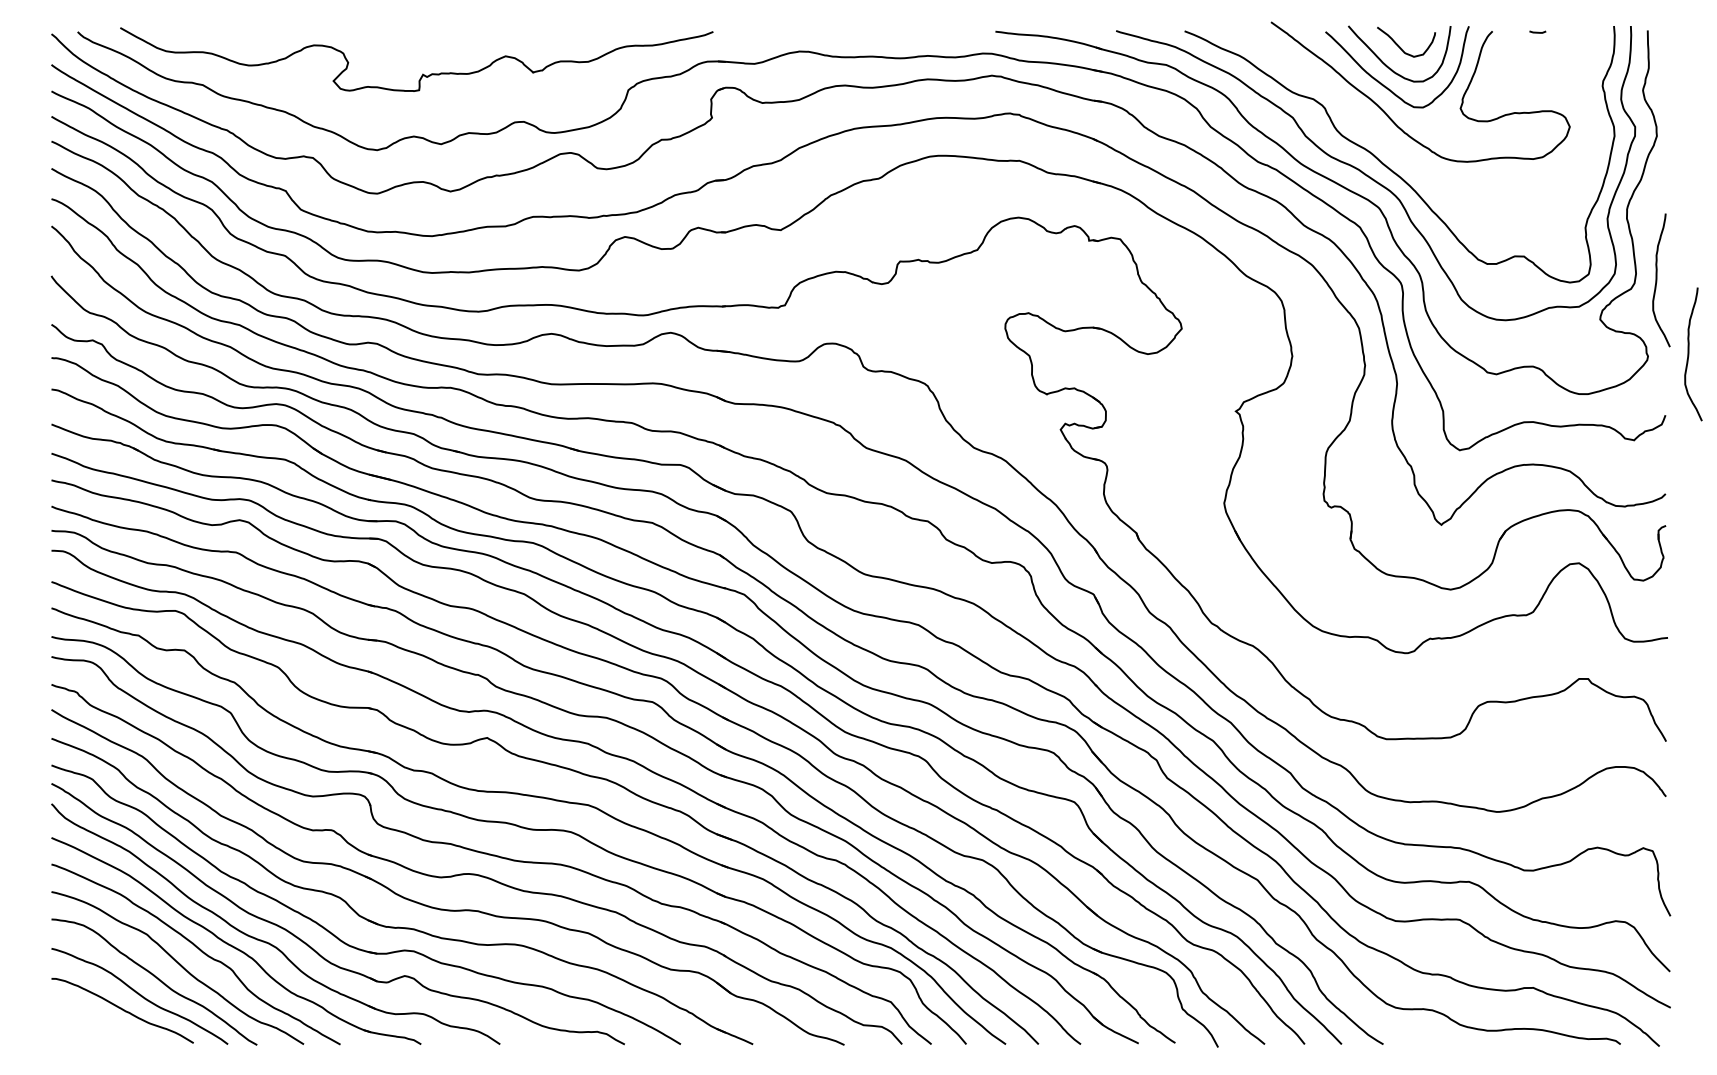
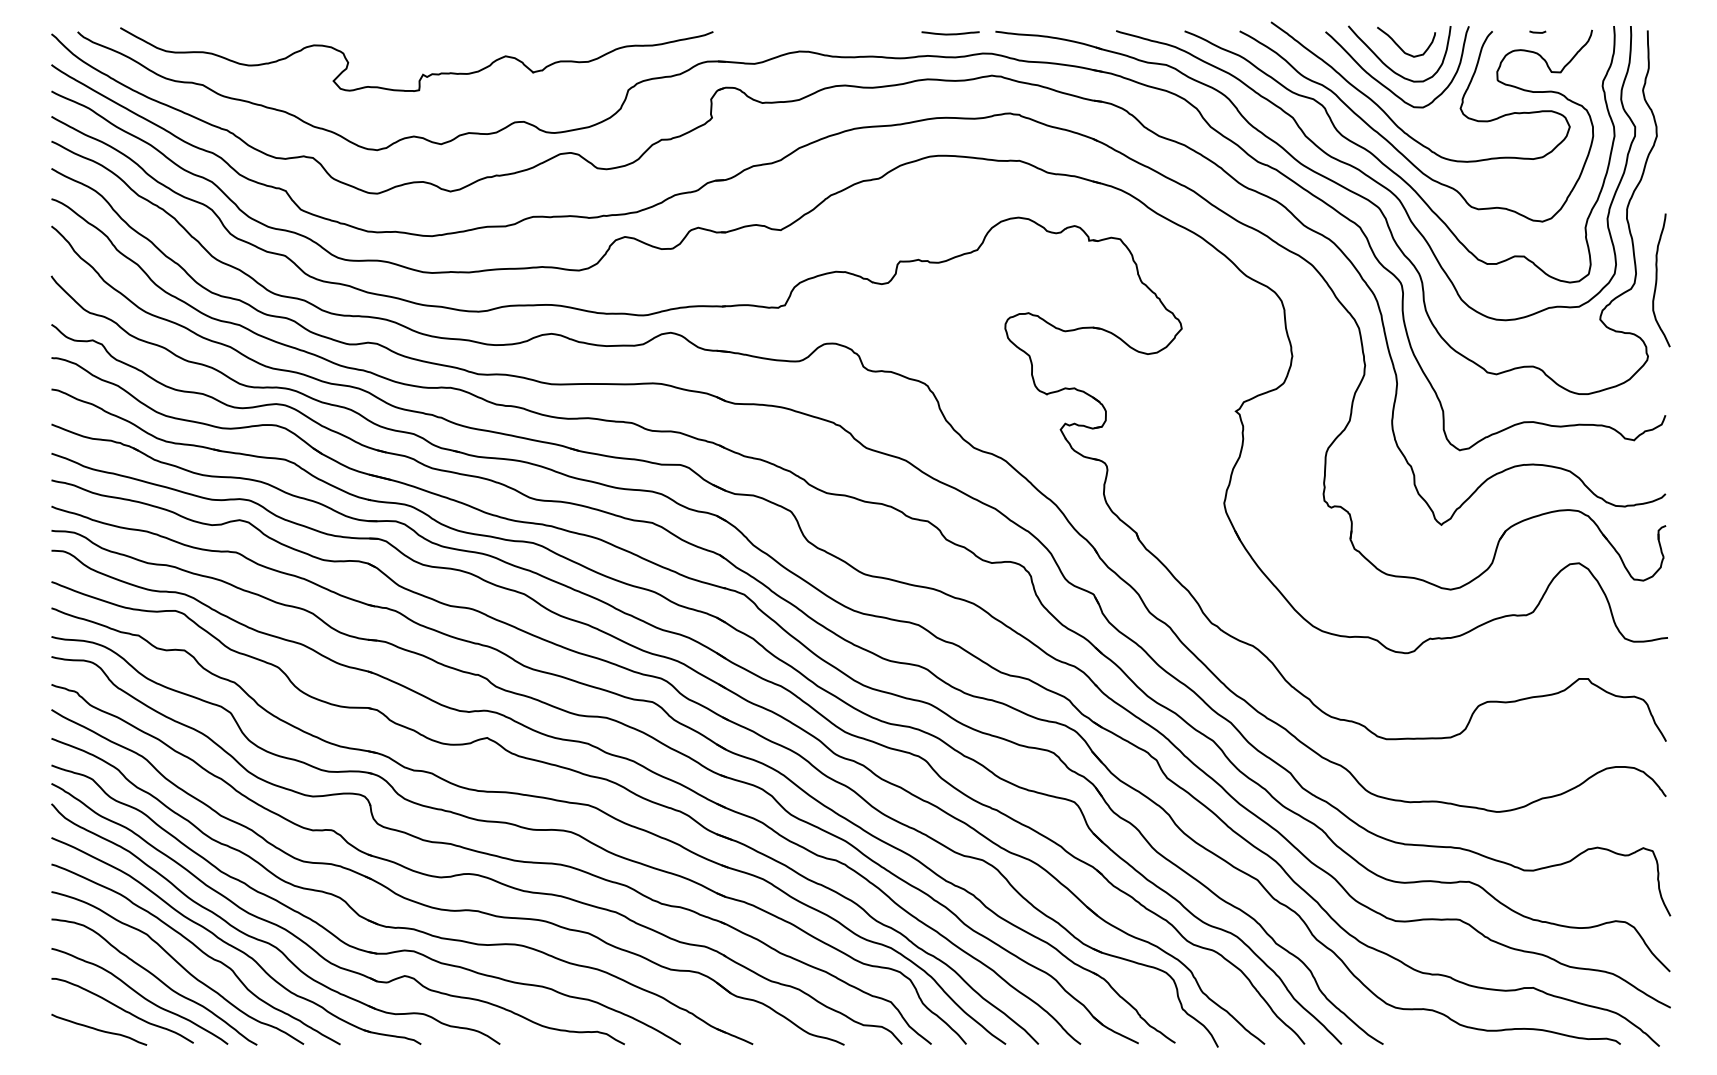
curve at (950, 33): none -> present
curve at (1398, 149): none -> present
curve at (1689, 354): present -> none
curve at (99, 1029): none -> present
